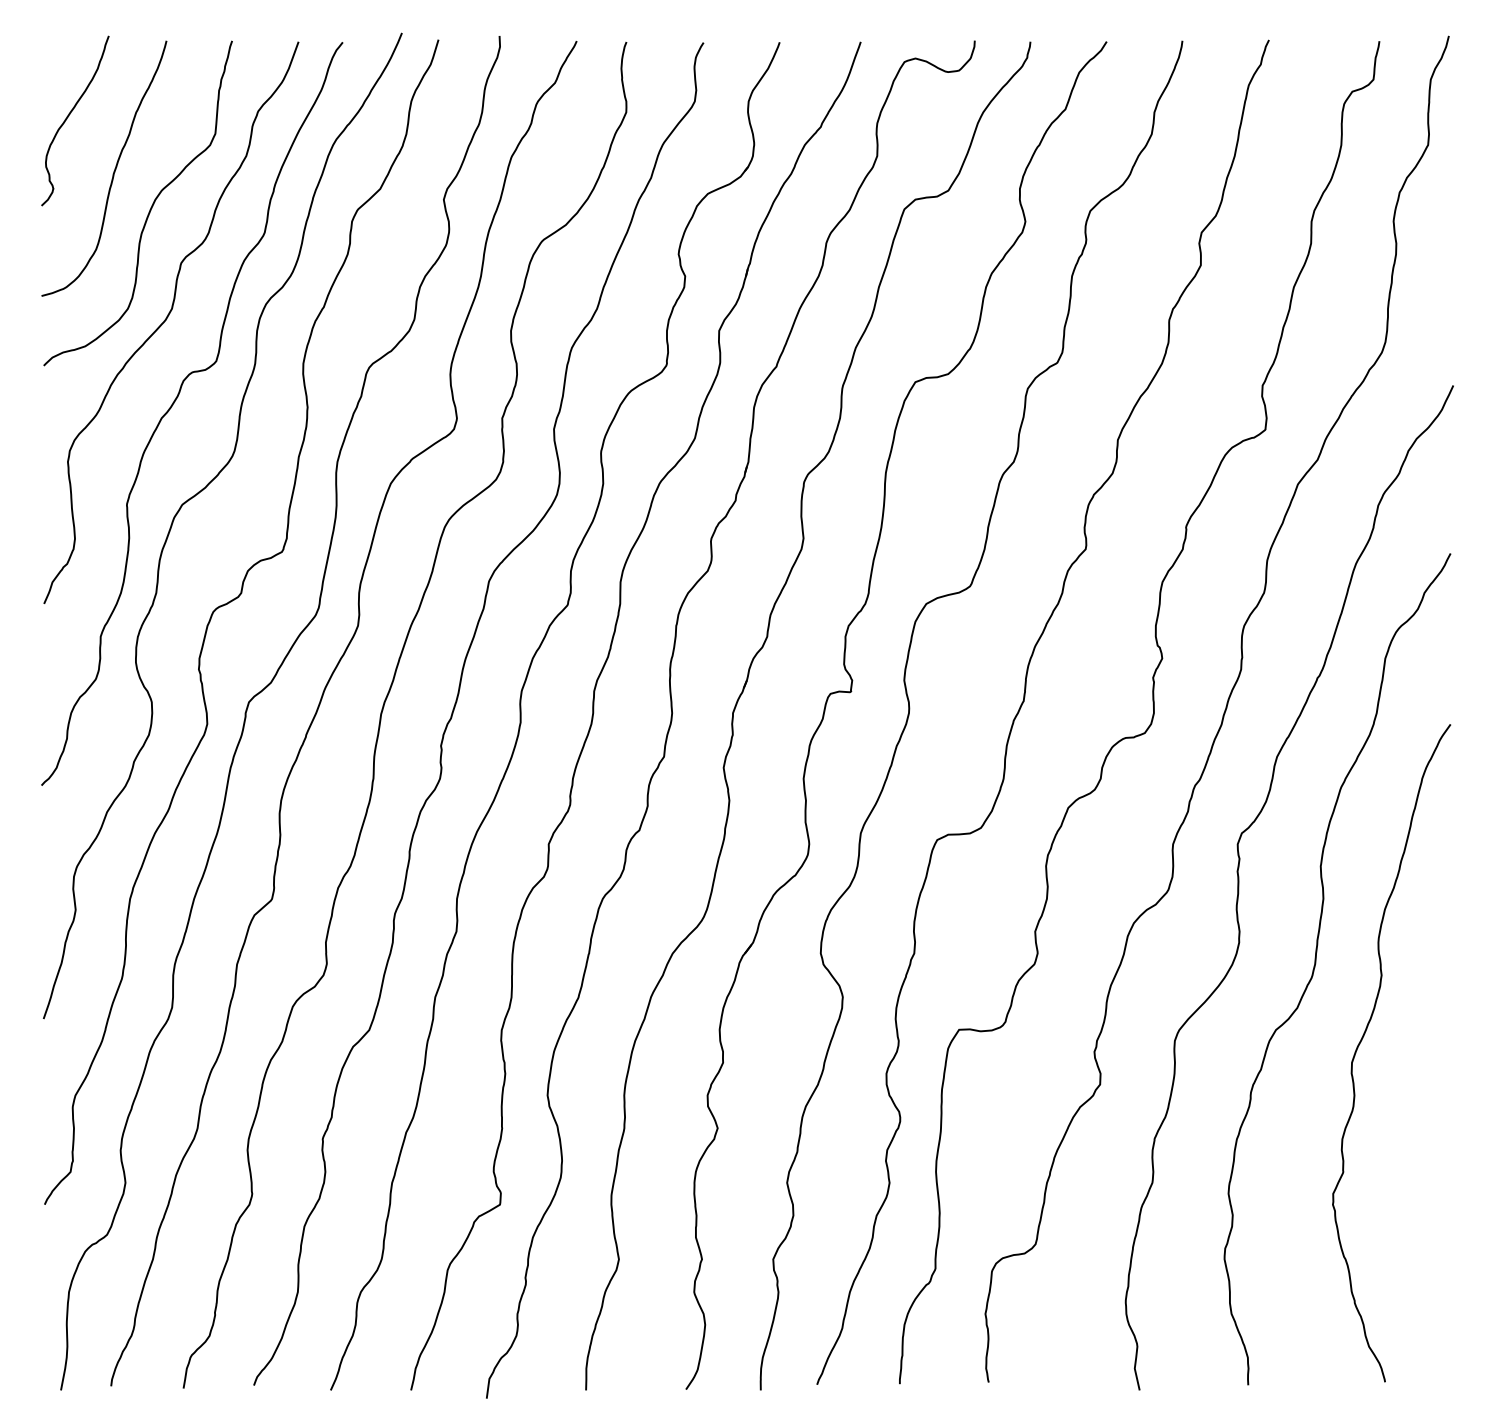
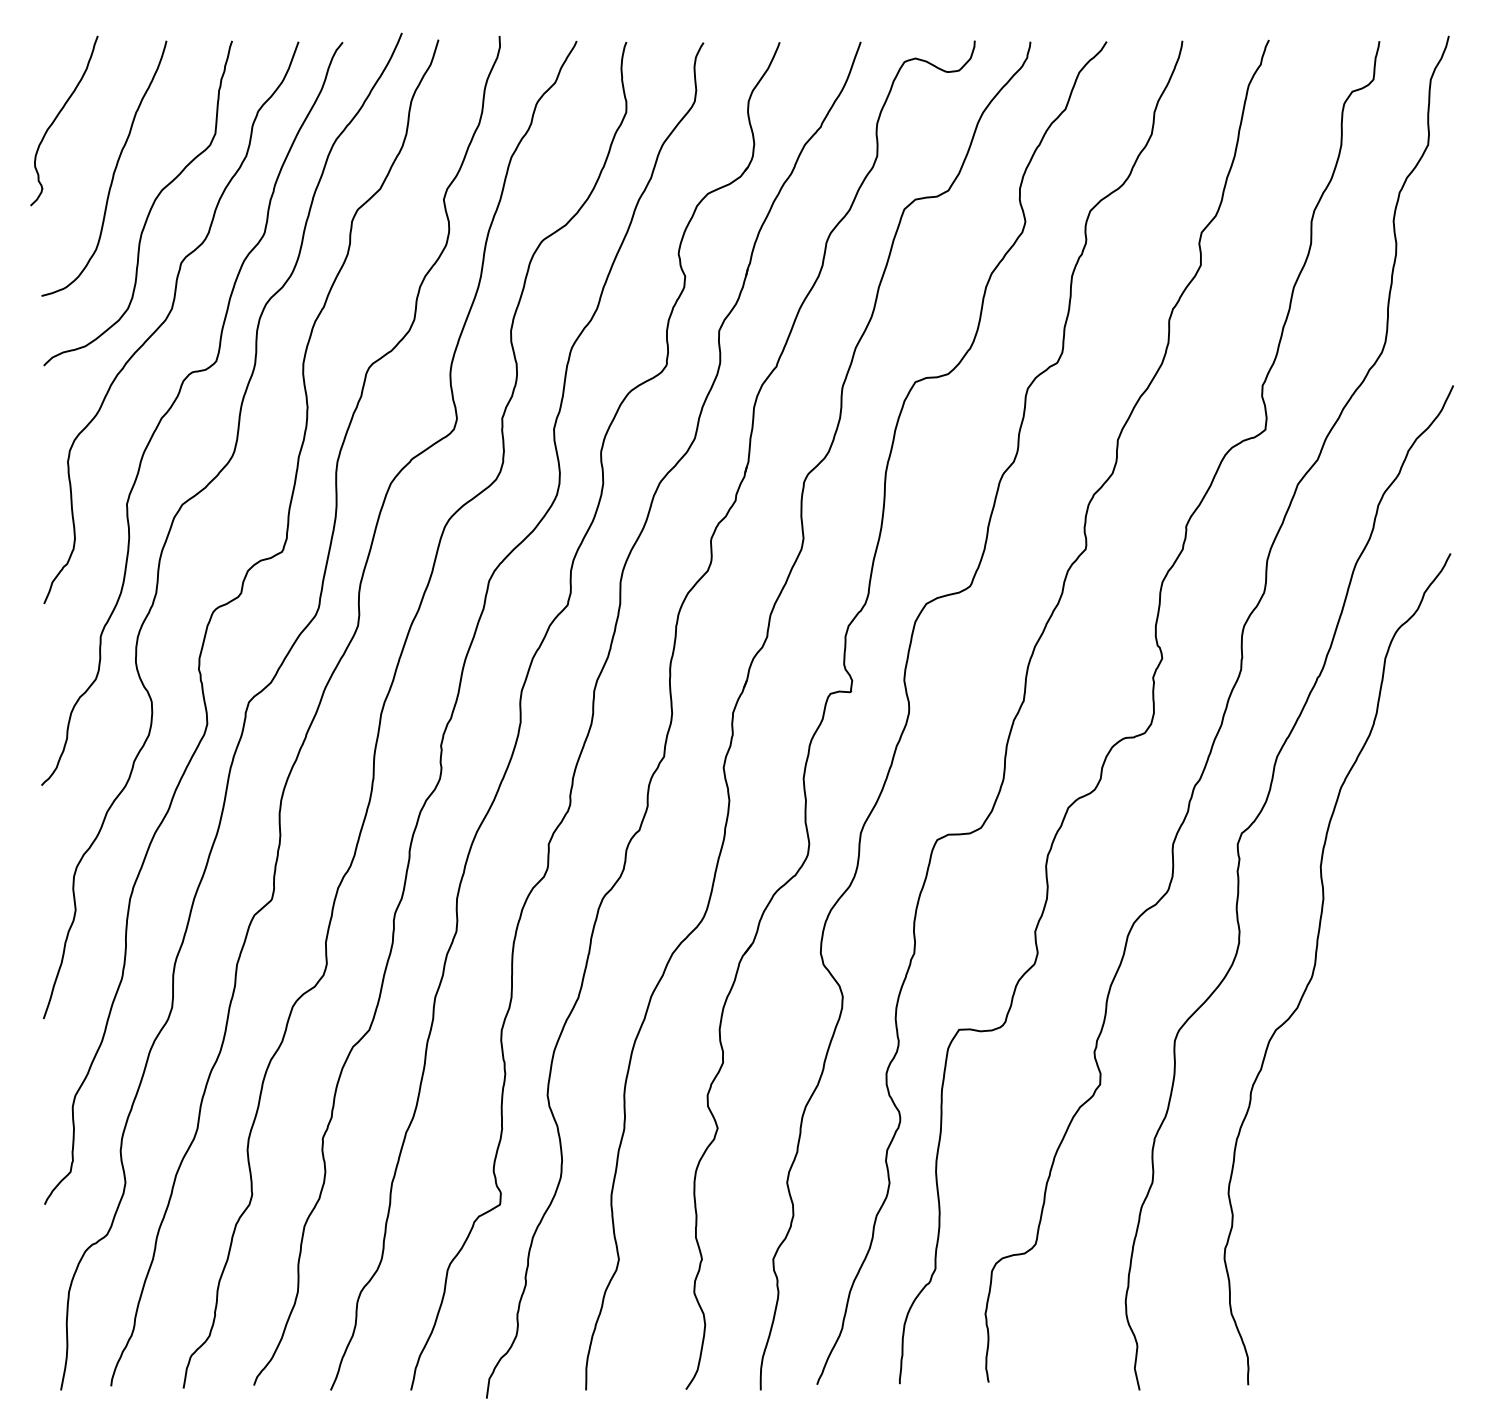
curve at (69, 116) position: (69, 116) -> (58, 116)
curve at (1363, 1038): present -> none
